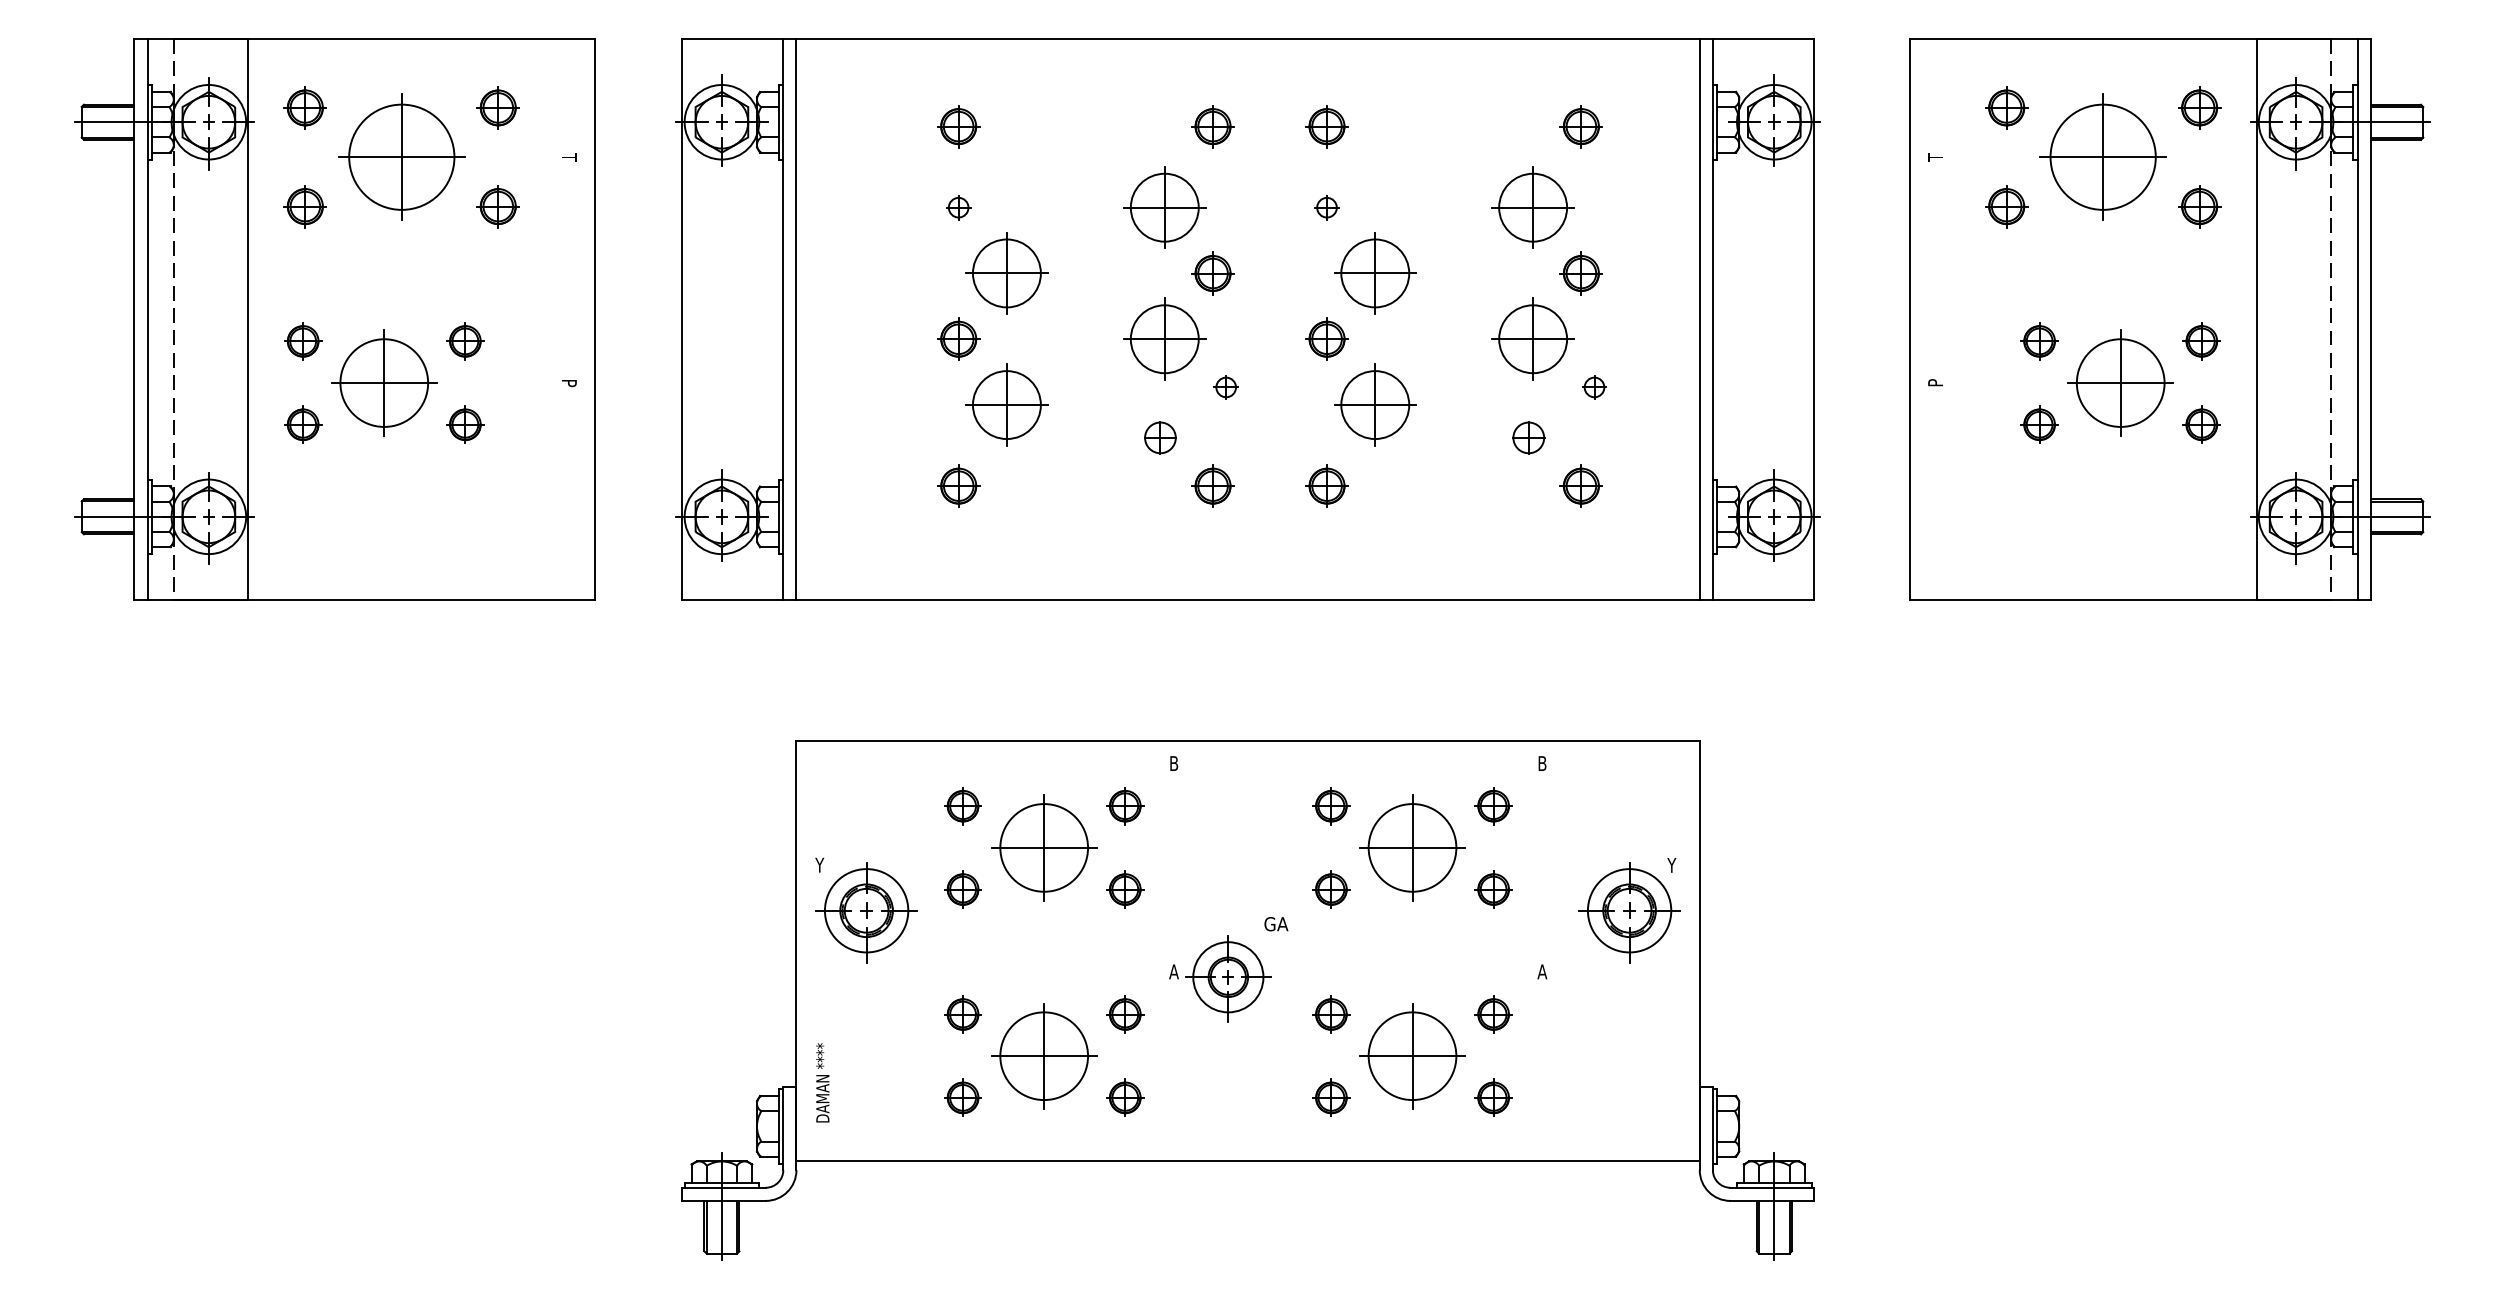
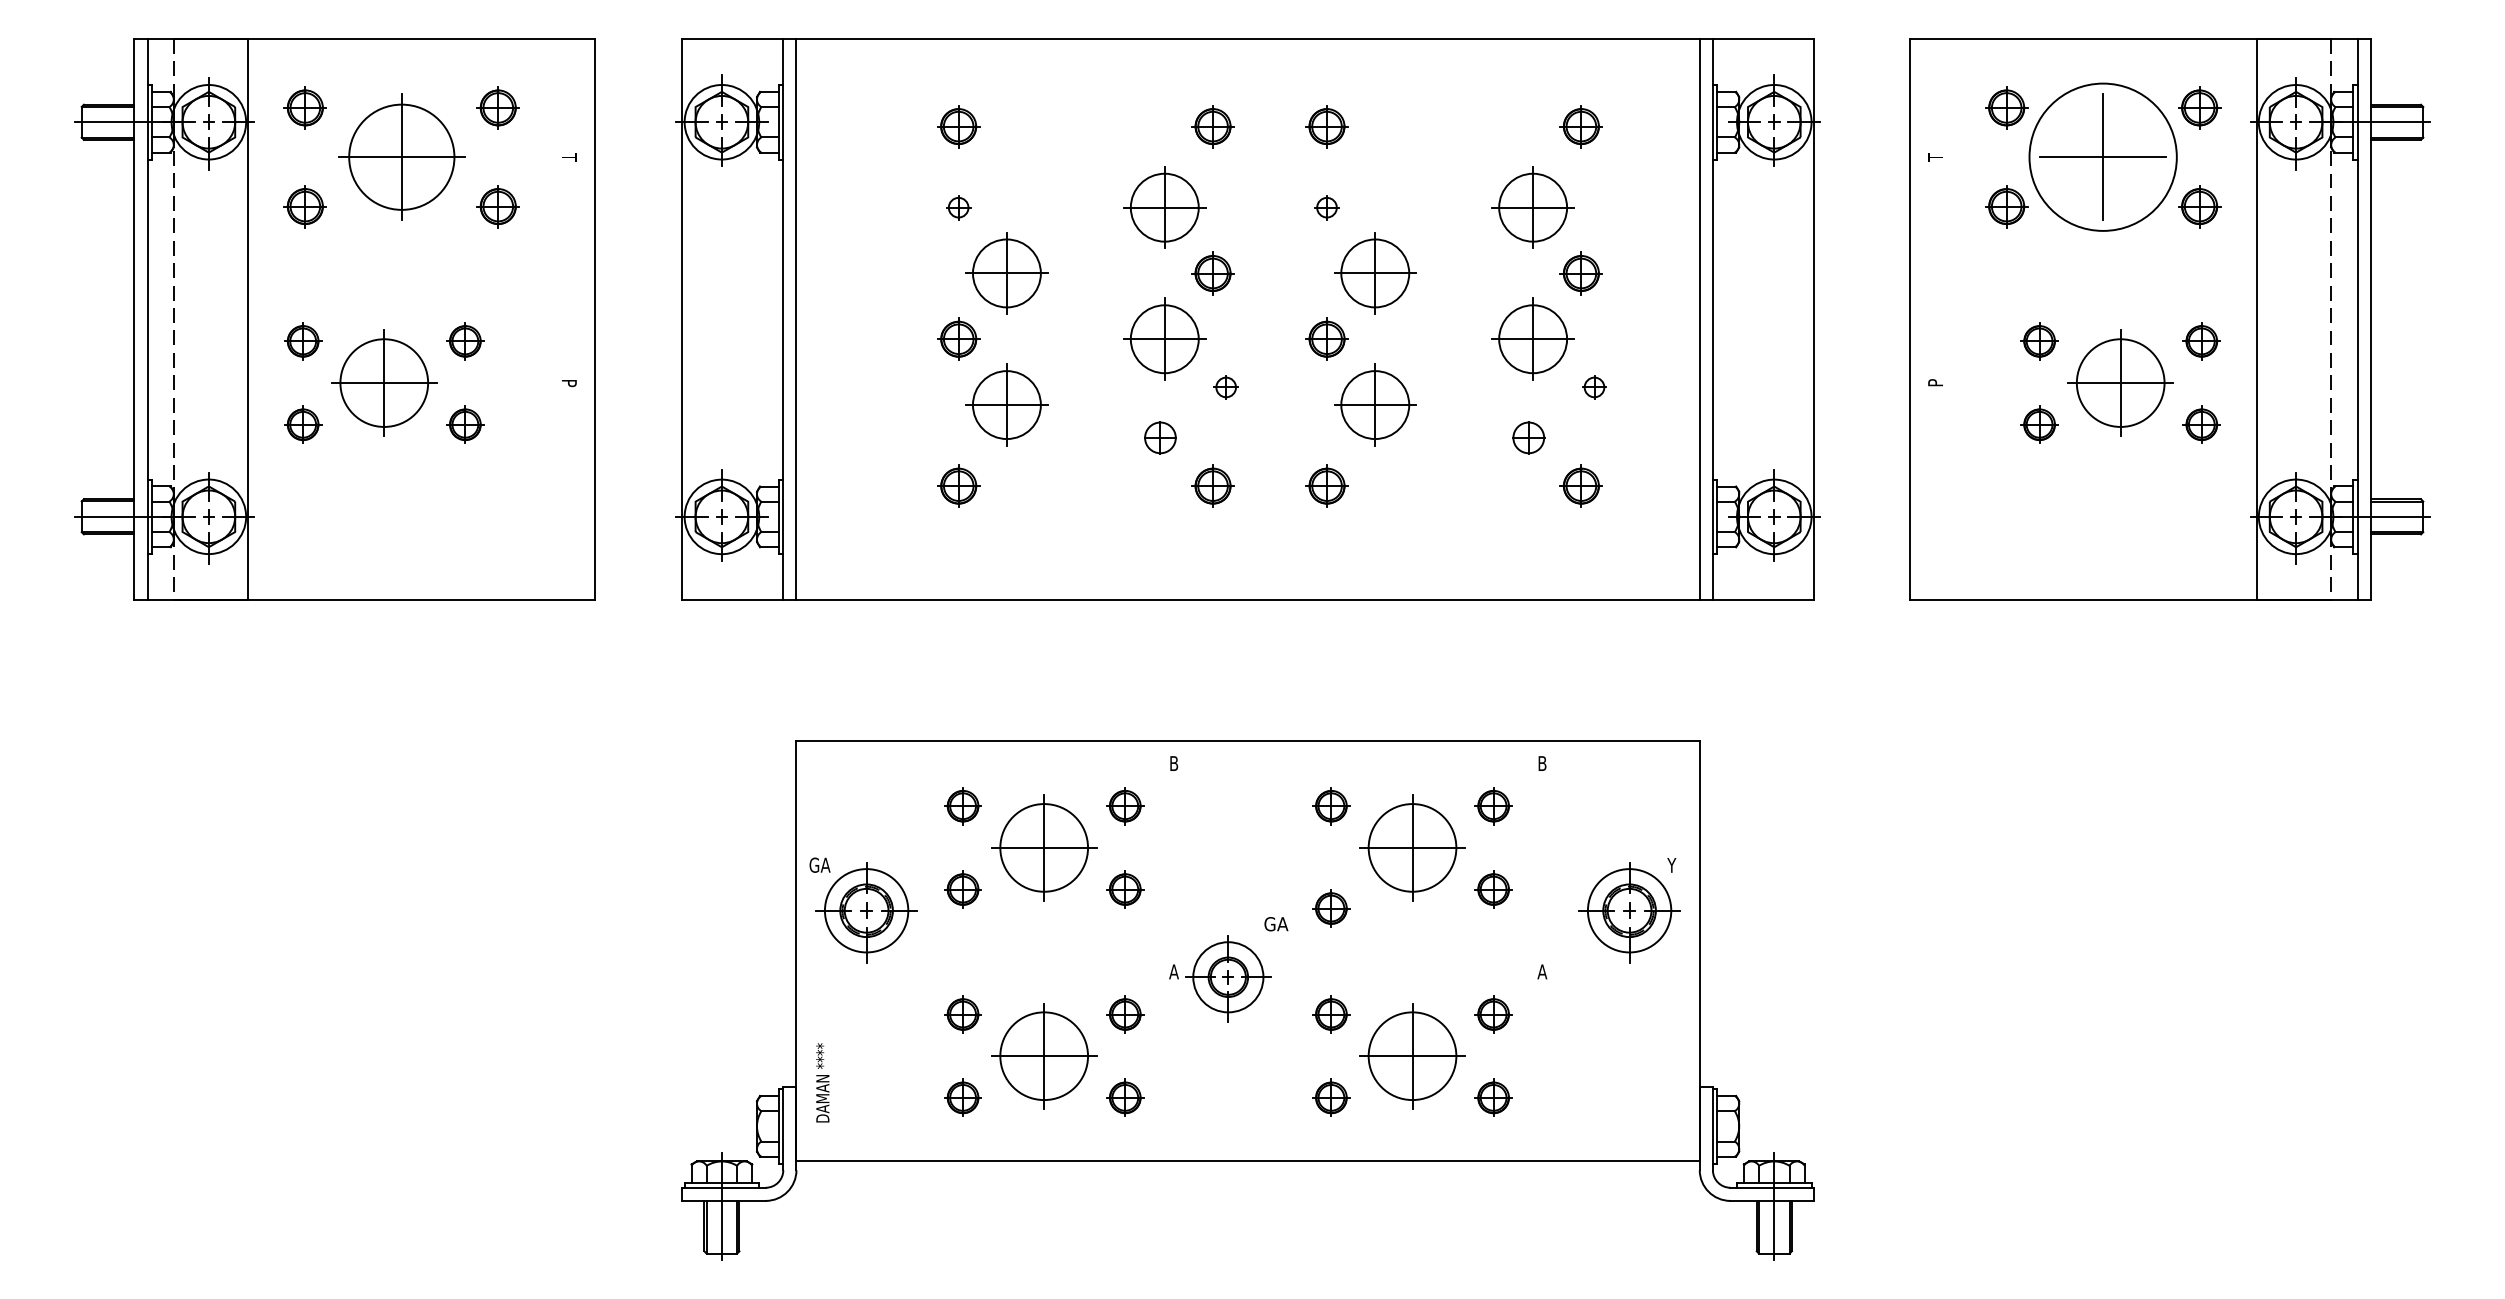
circle at (2102, 156) diameter: 105 px -> 147 px
text at (819, 864): Y -> GA
part at (1331, 889) position: (1331, 889) -> (1331, 908)
